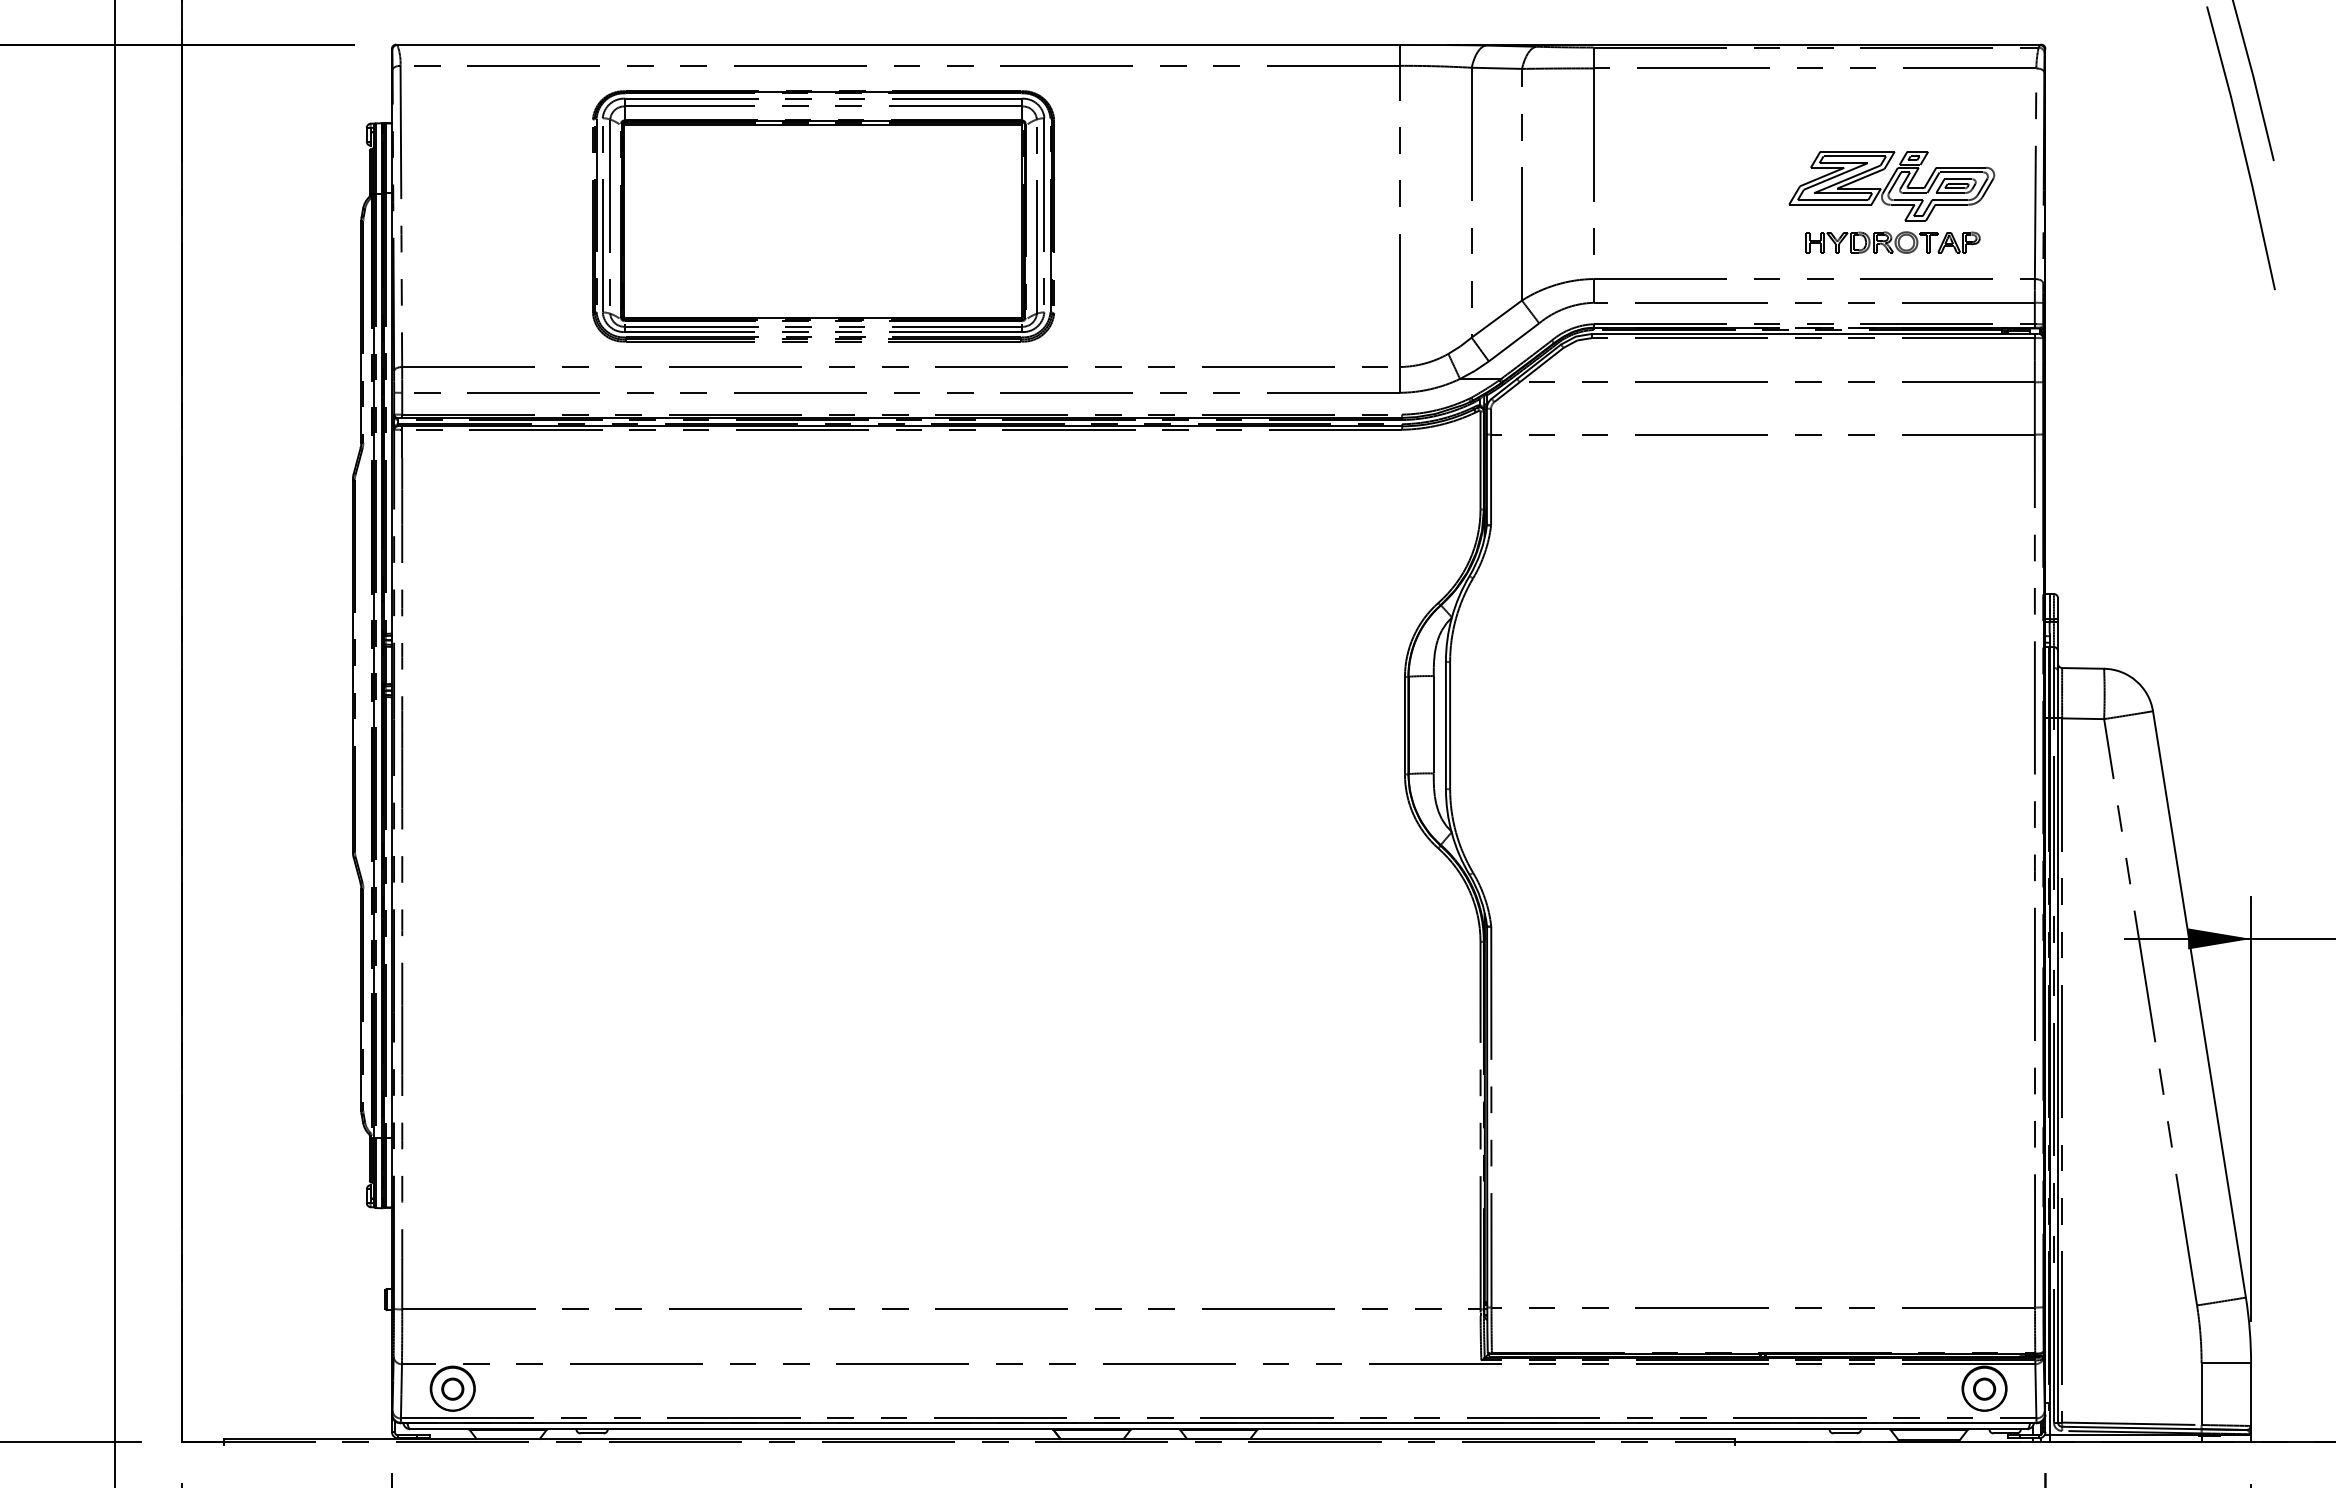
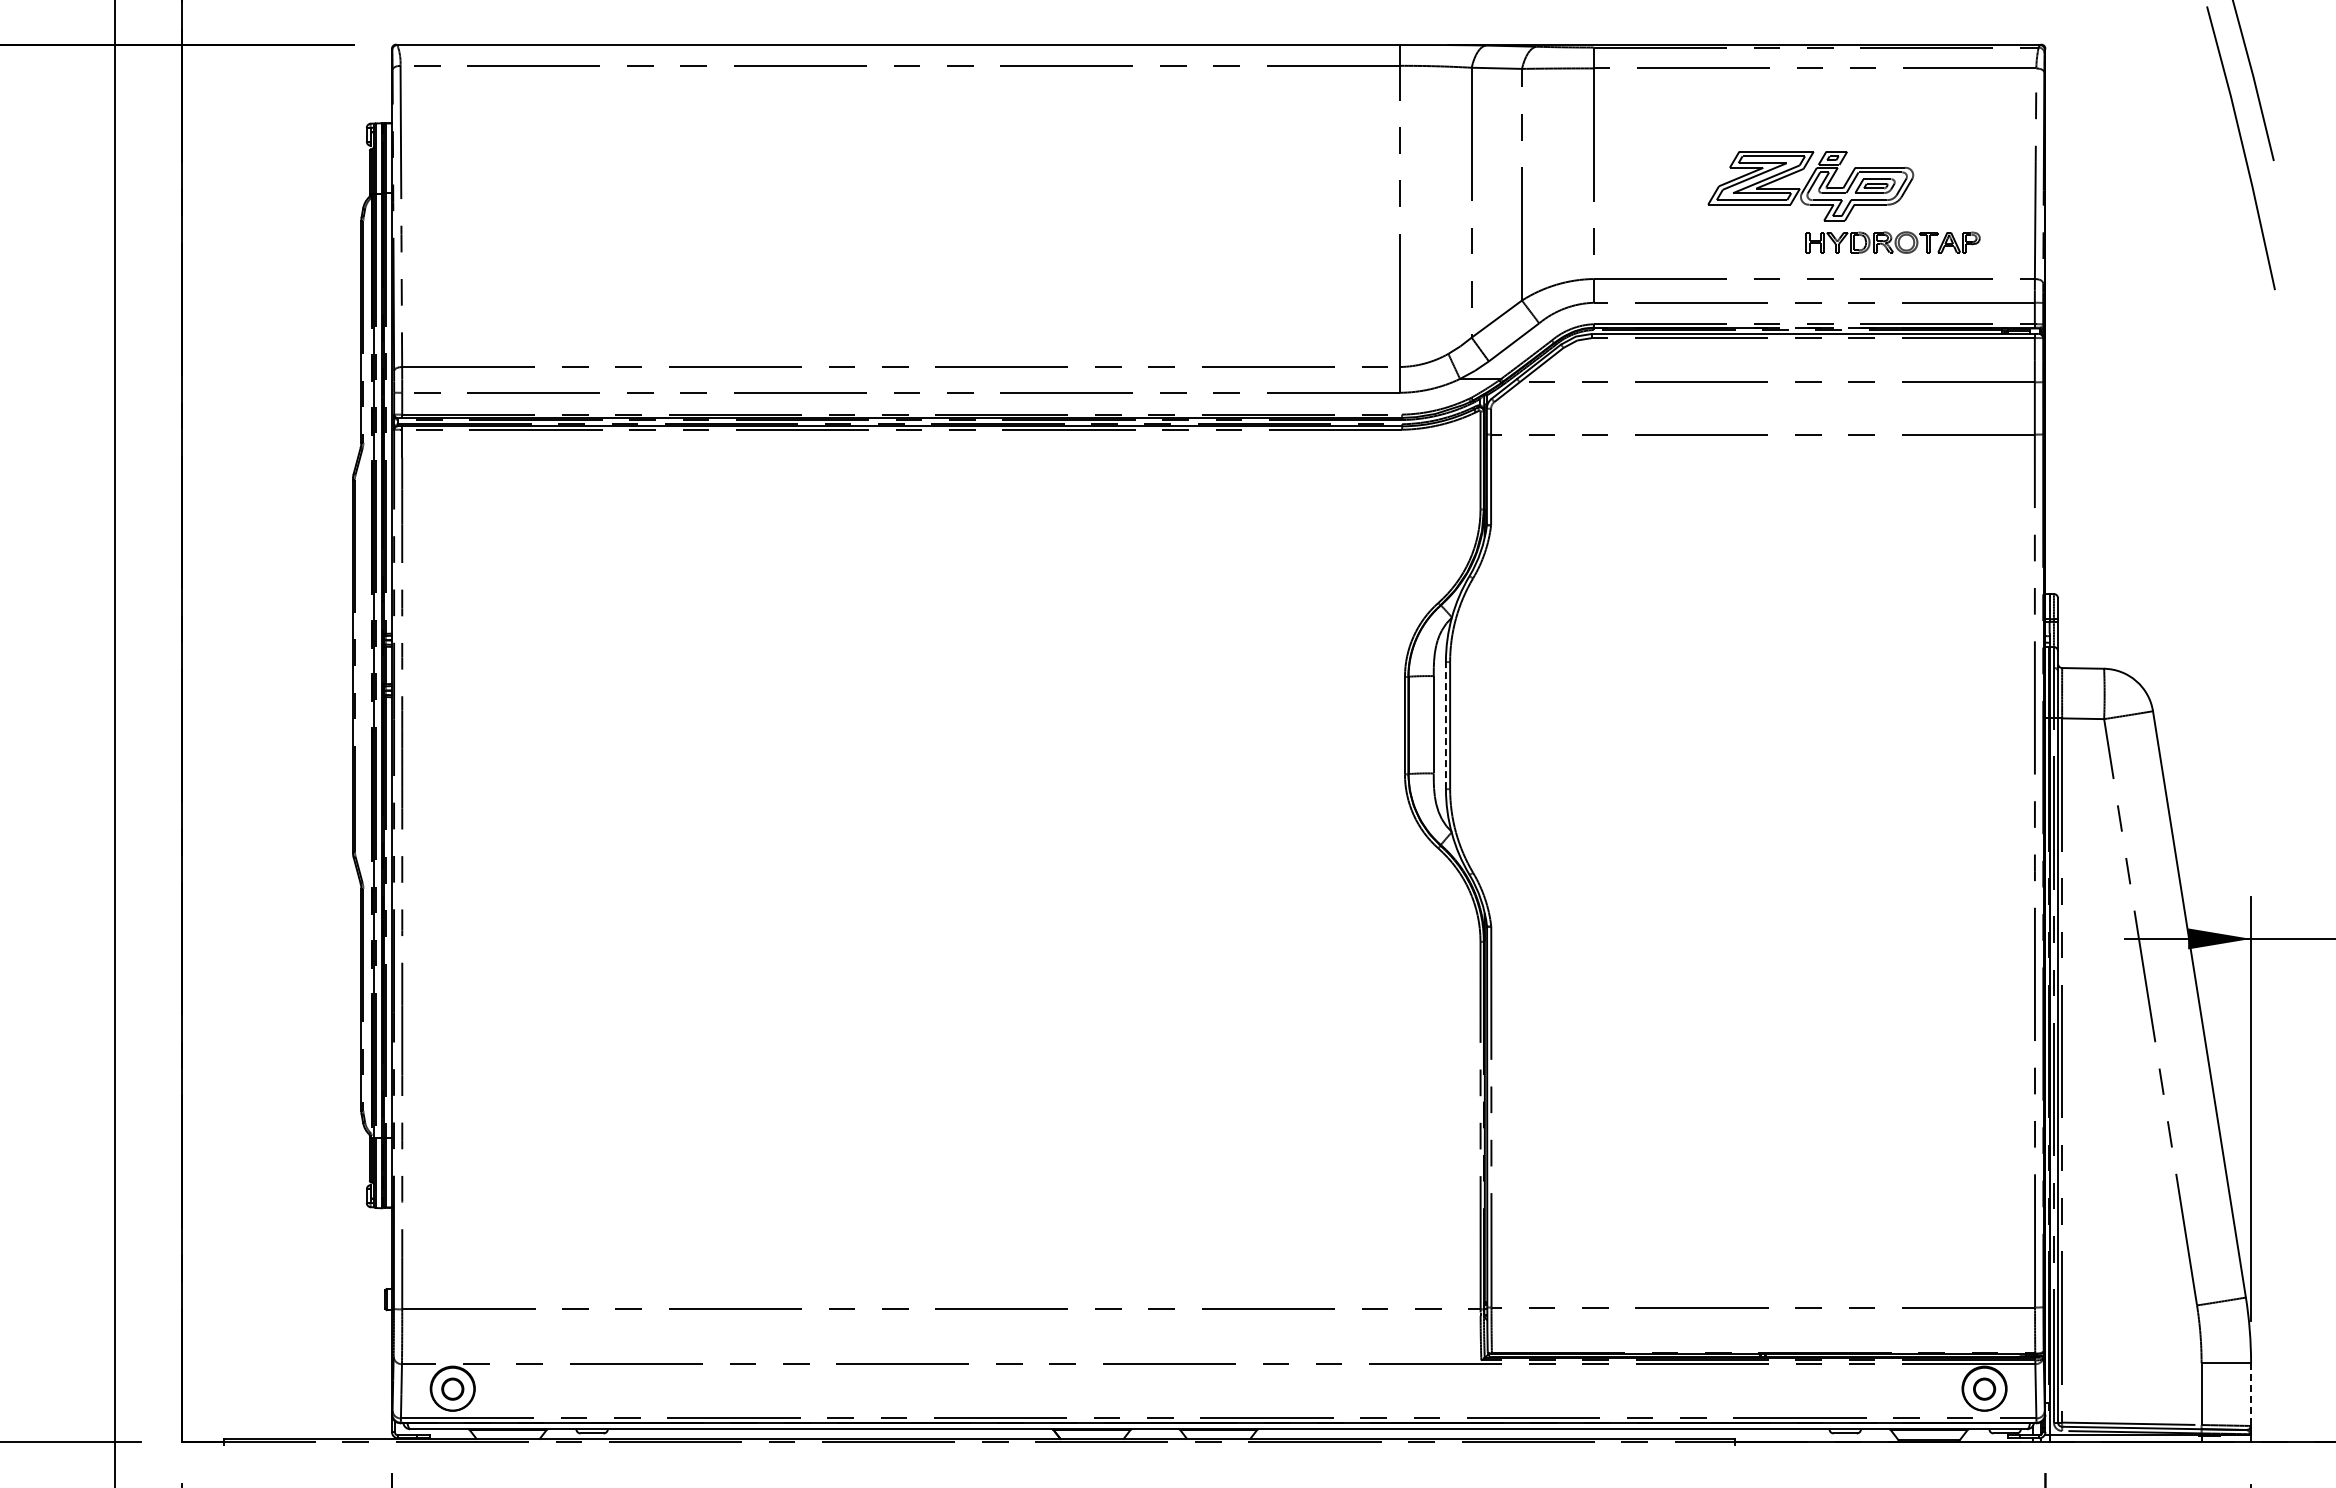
part at (1891, 186) position: (1891, 186) -> (1810, 186)
part at (823, 216): present -> none
line at (1445, 725): solid -> dashed
line at (2251, 1395): solid -> dashed
